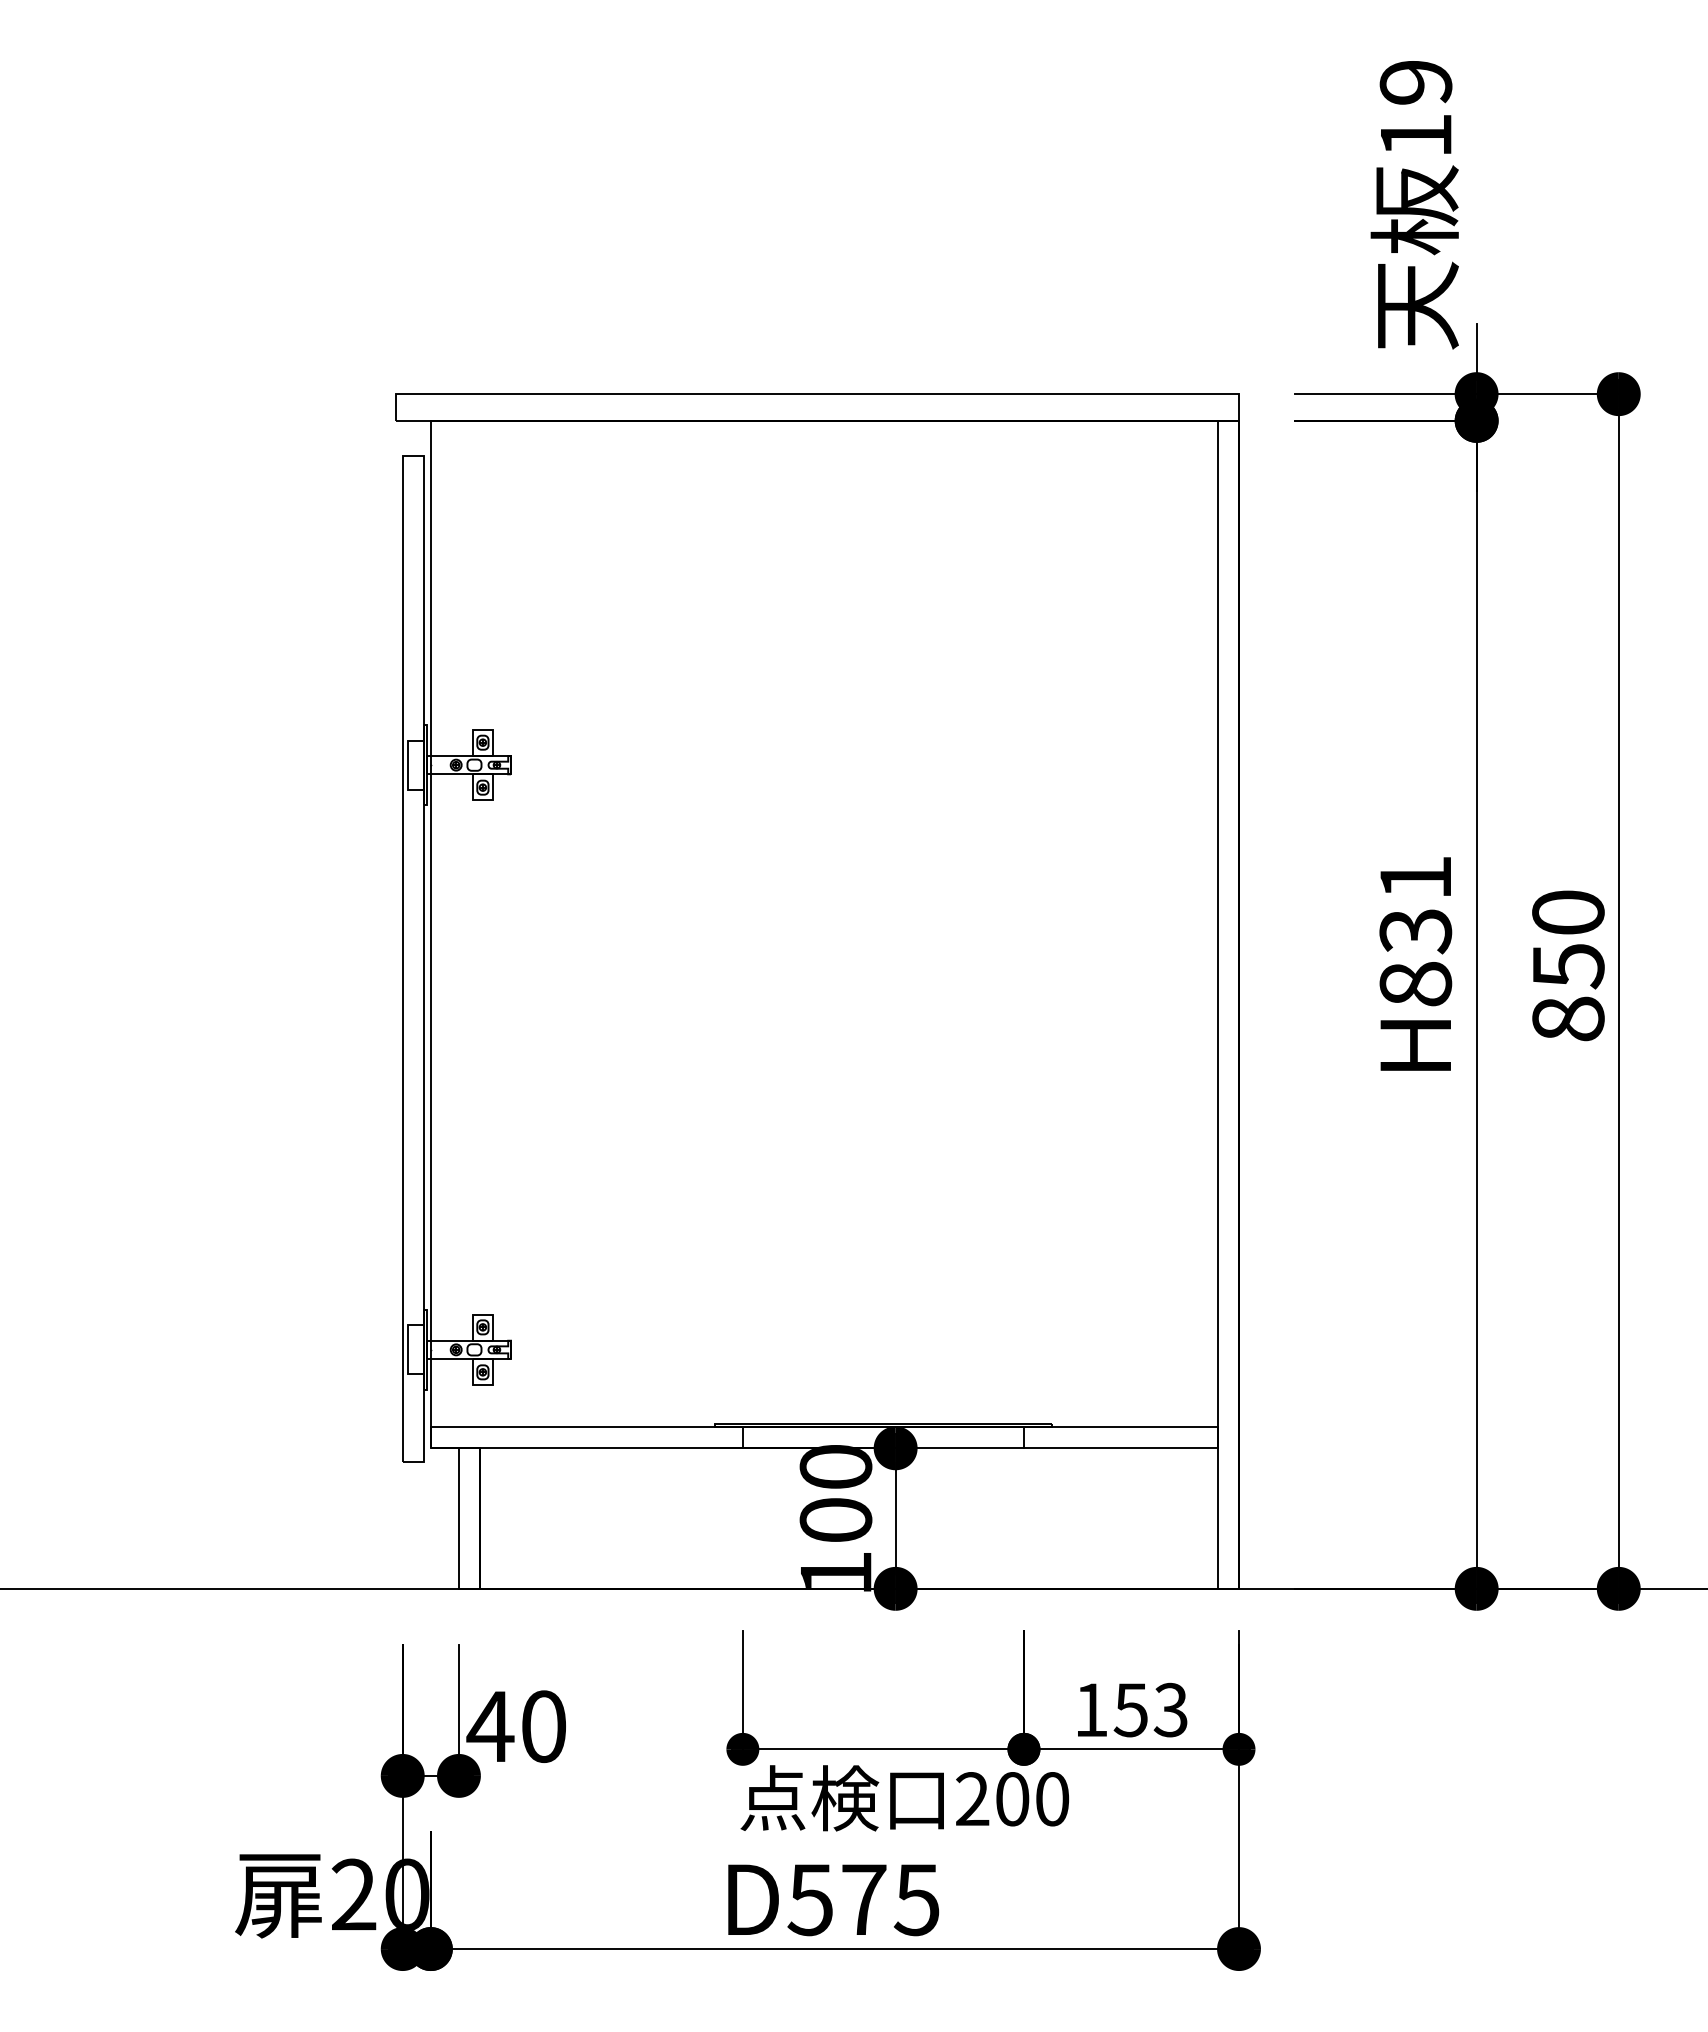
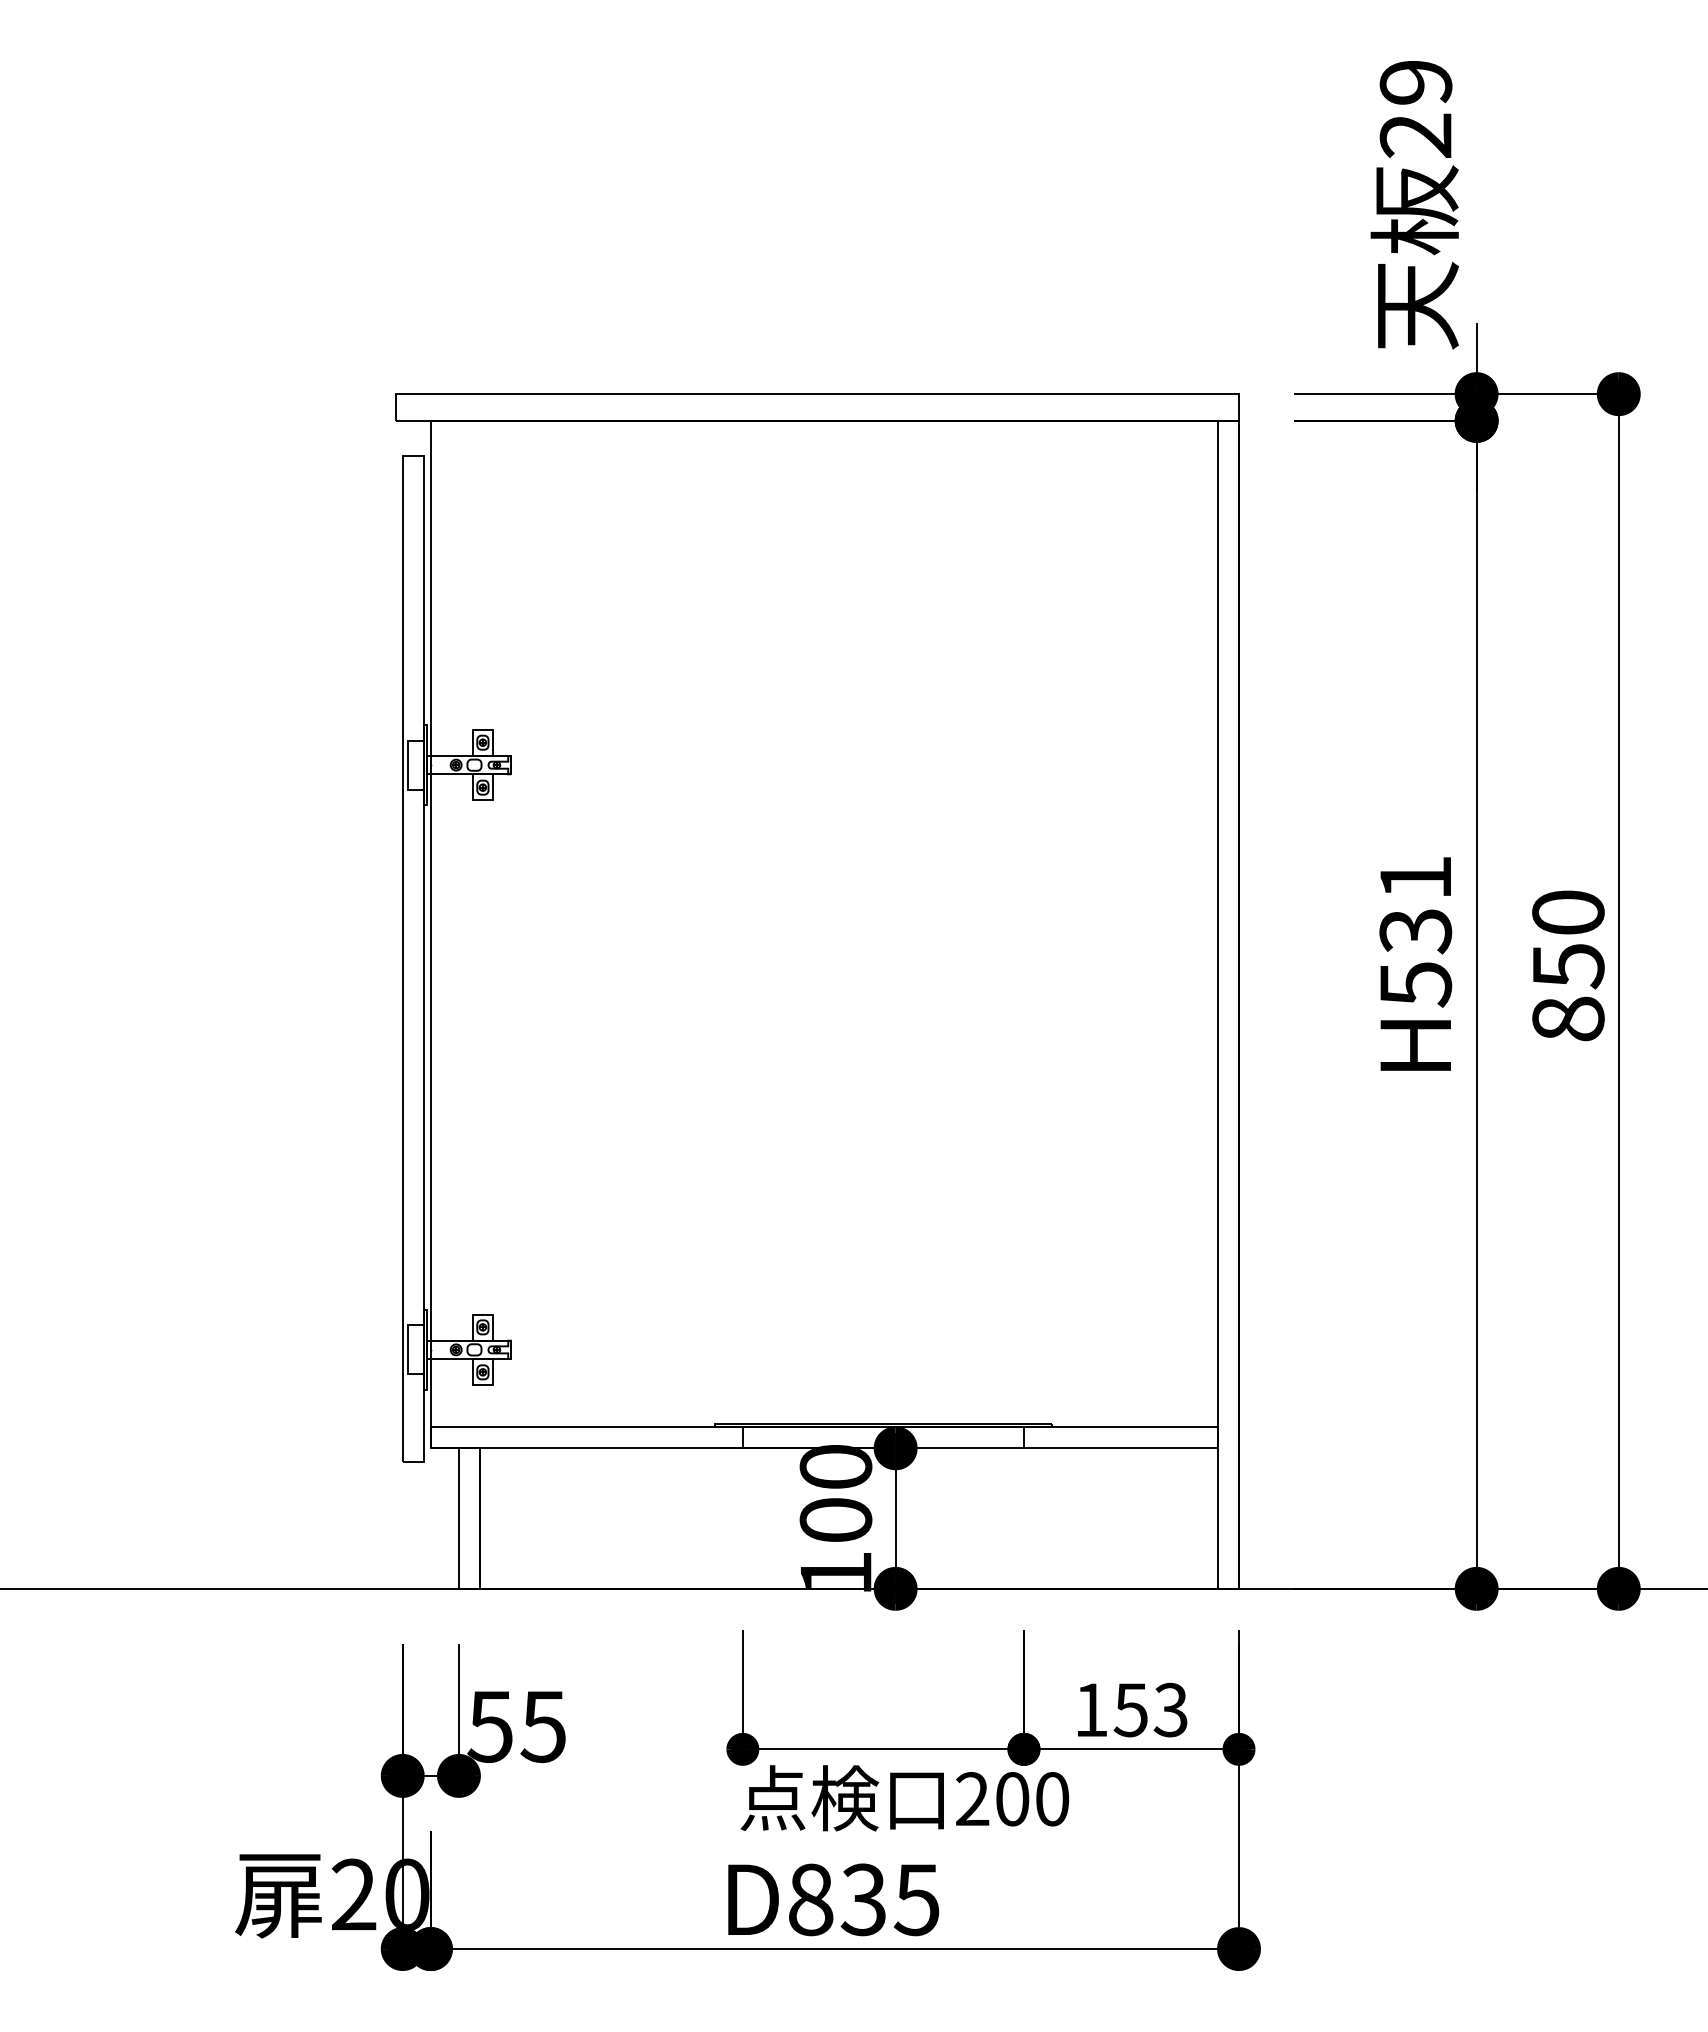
text at (1415, 135): 19 -> 29
text at (1415, 984): H831 -> H531
text at (515, 1726): 40 -> 55
text at (836, 1899): D575 -> D835
